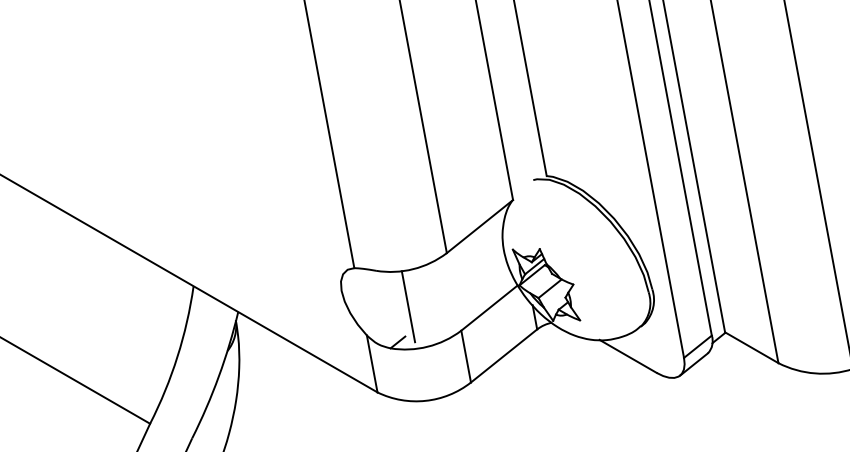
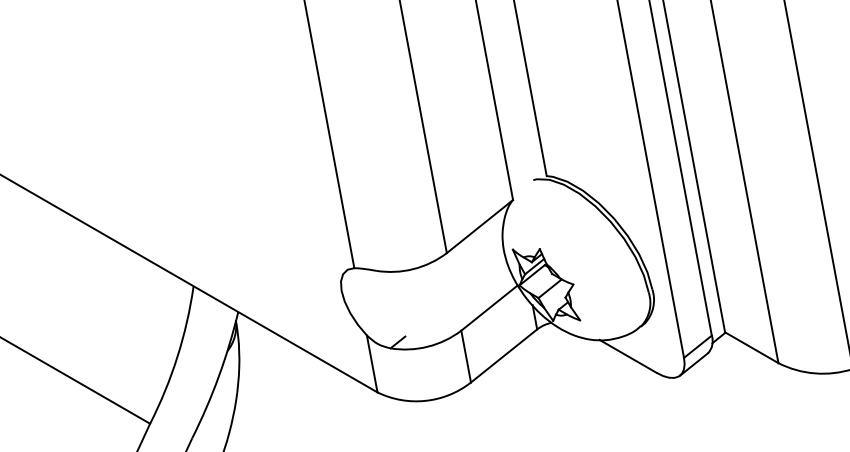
line at (408, 306): present -> none
